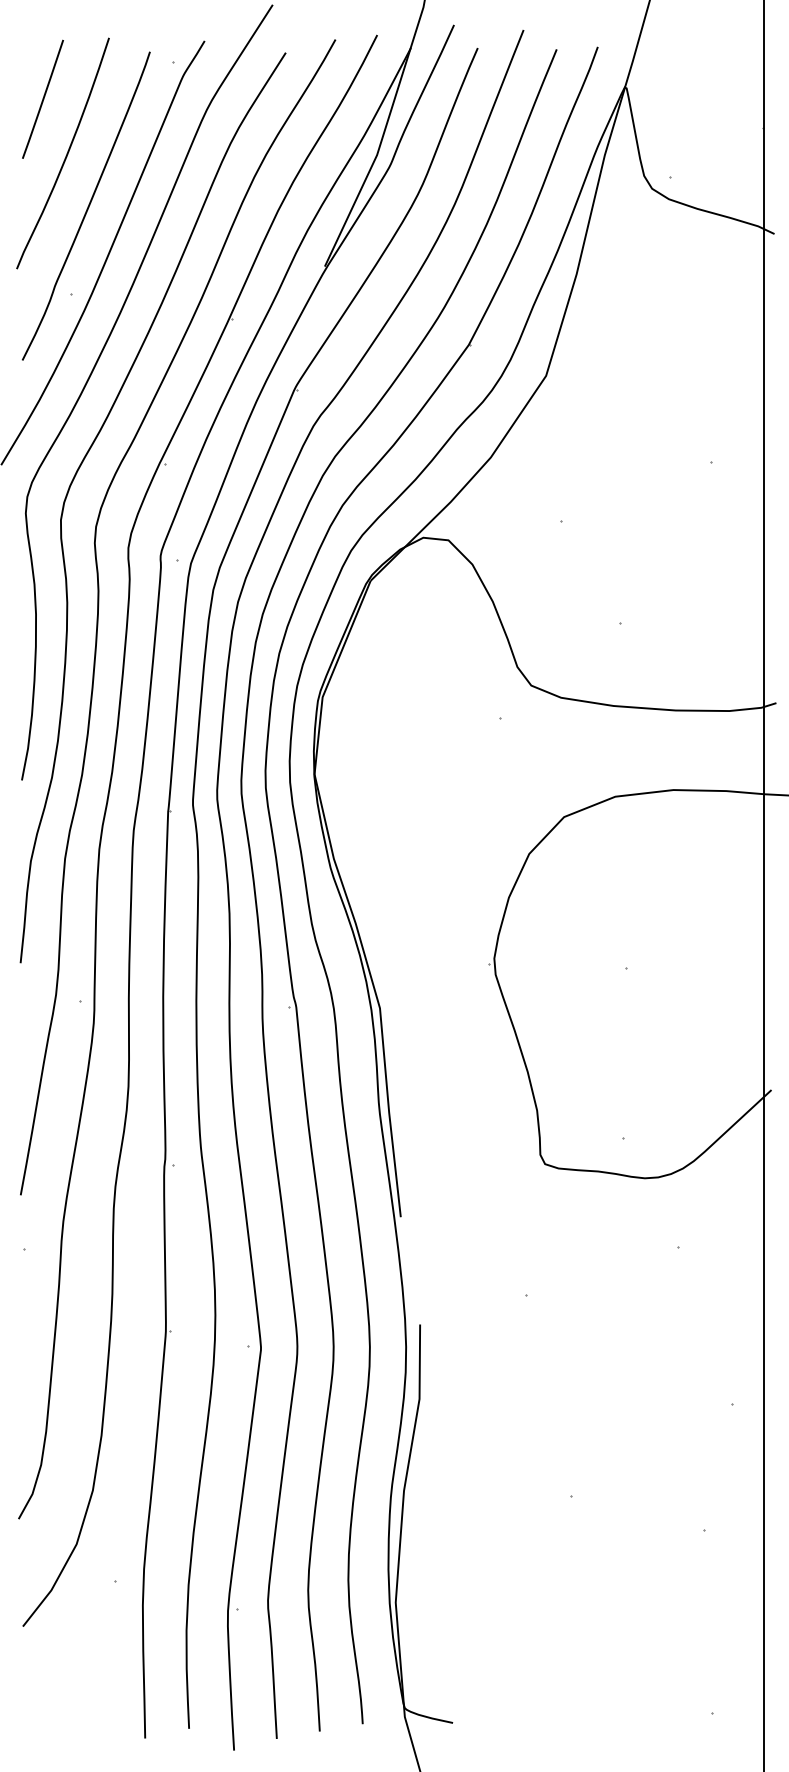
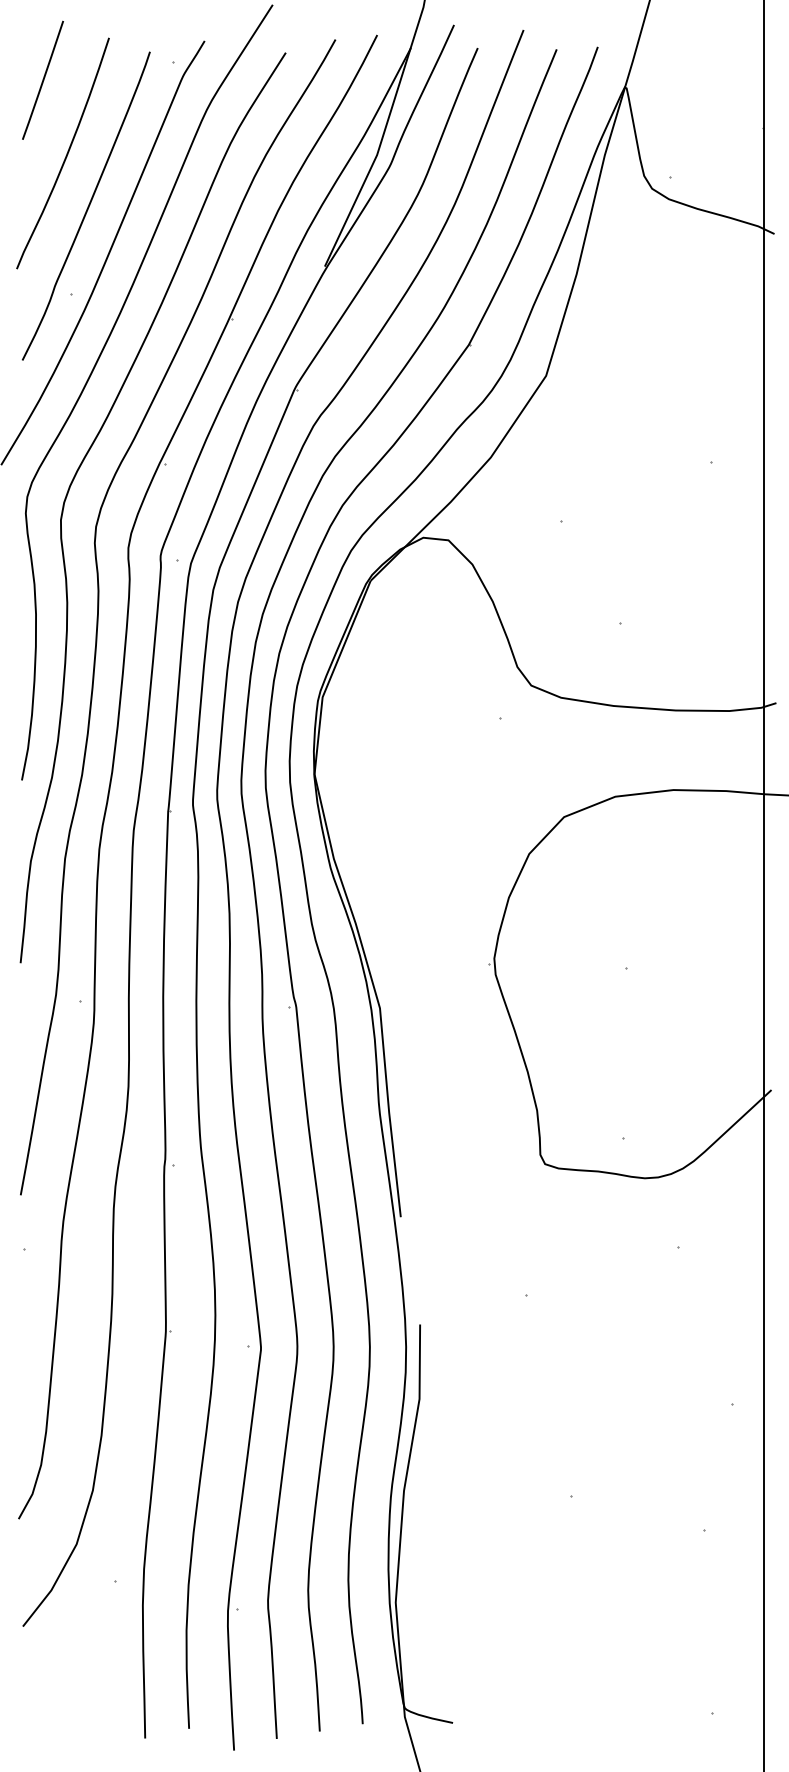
line at (42, 98) position: (42, 98) -> (42, 79)
